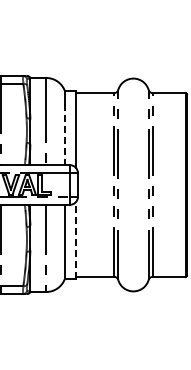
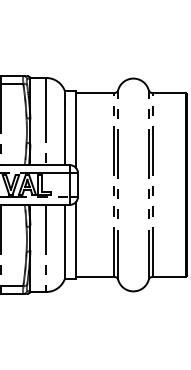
line at (65, 134): dashed -> solid
line at (76, 239): dashed -> solid
